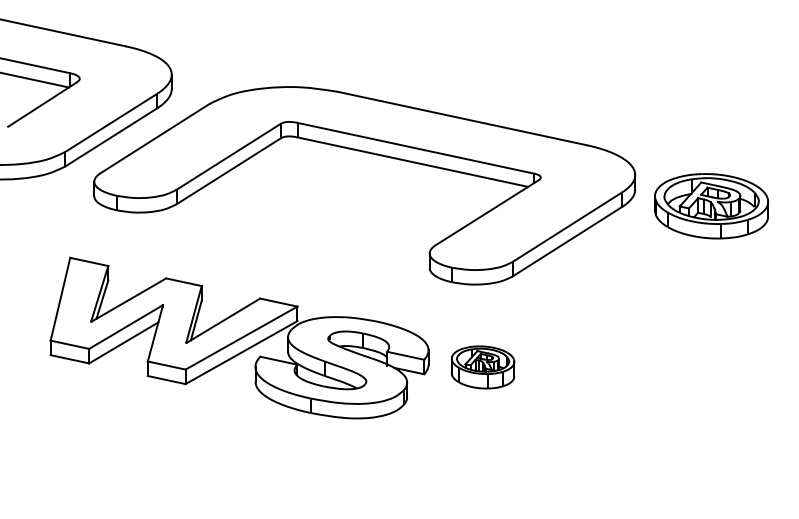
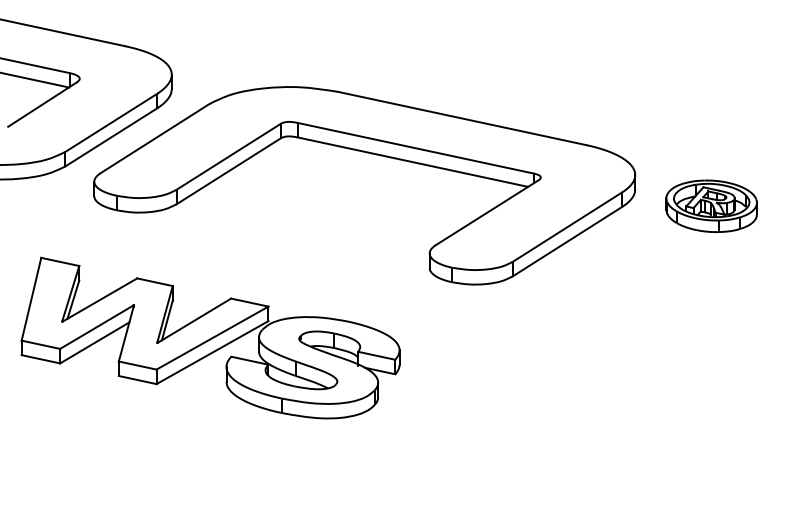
part at (711, 206) size: 116x67 px -> 93x54 px
part at (239, 337) position: (239, 337) -> (210, 337)
part at (482, 367): present -> none
